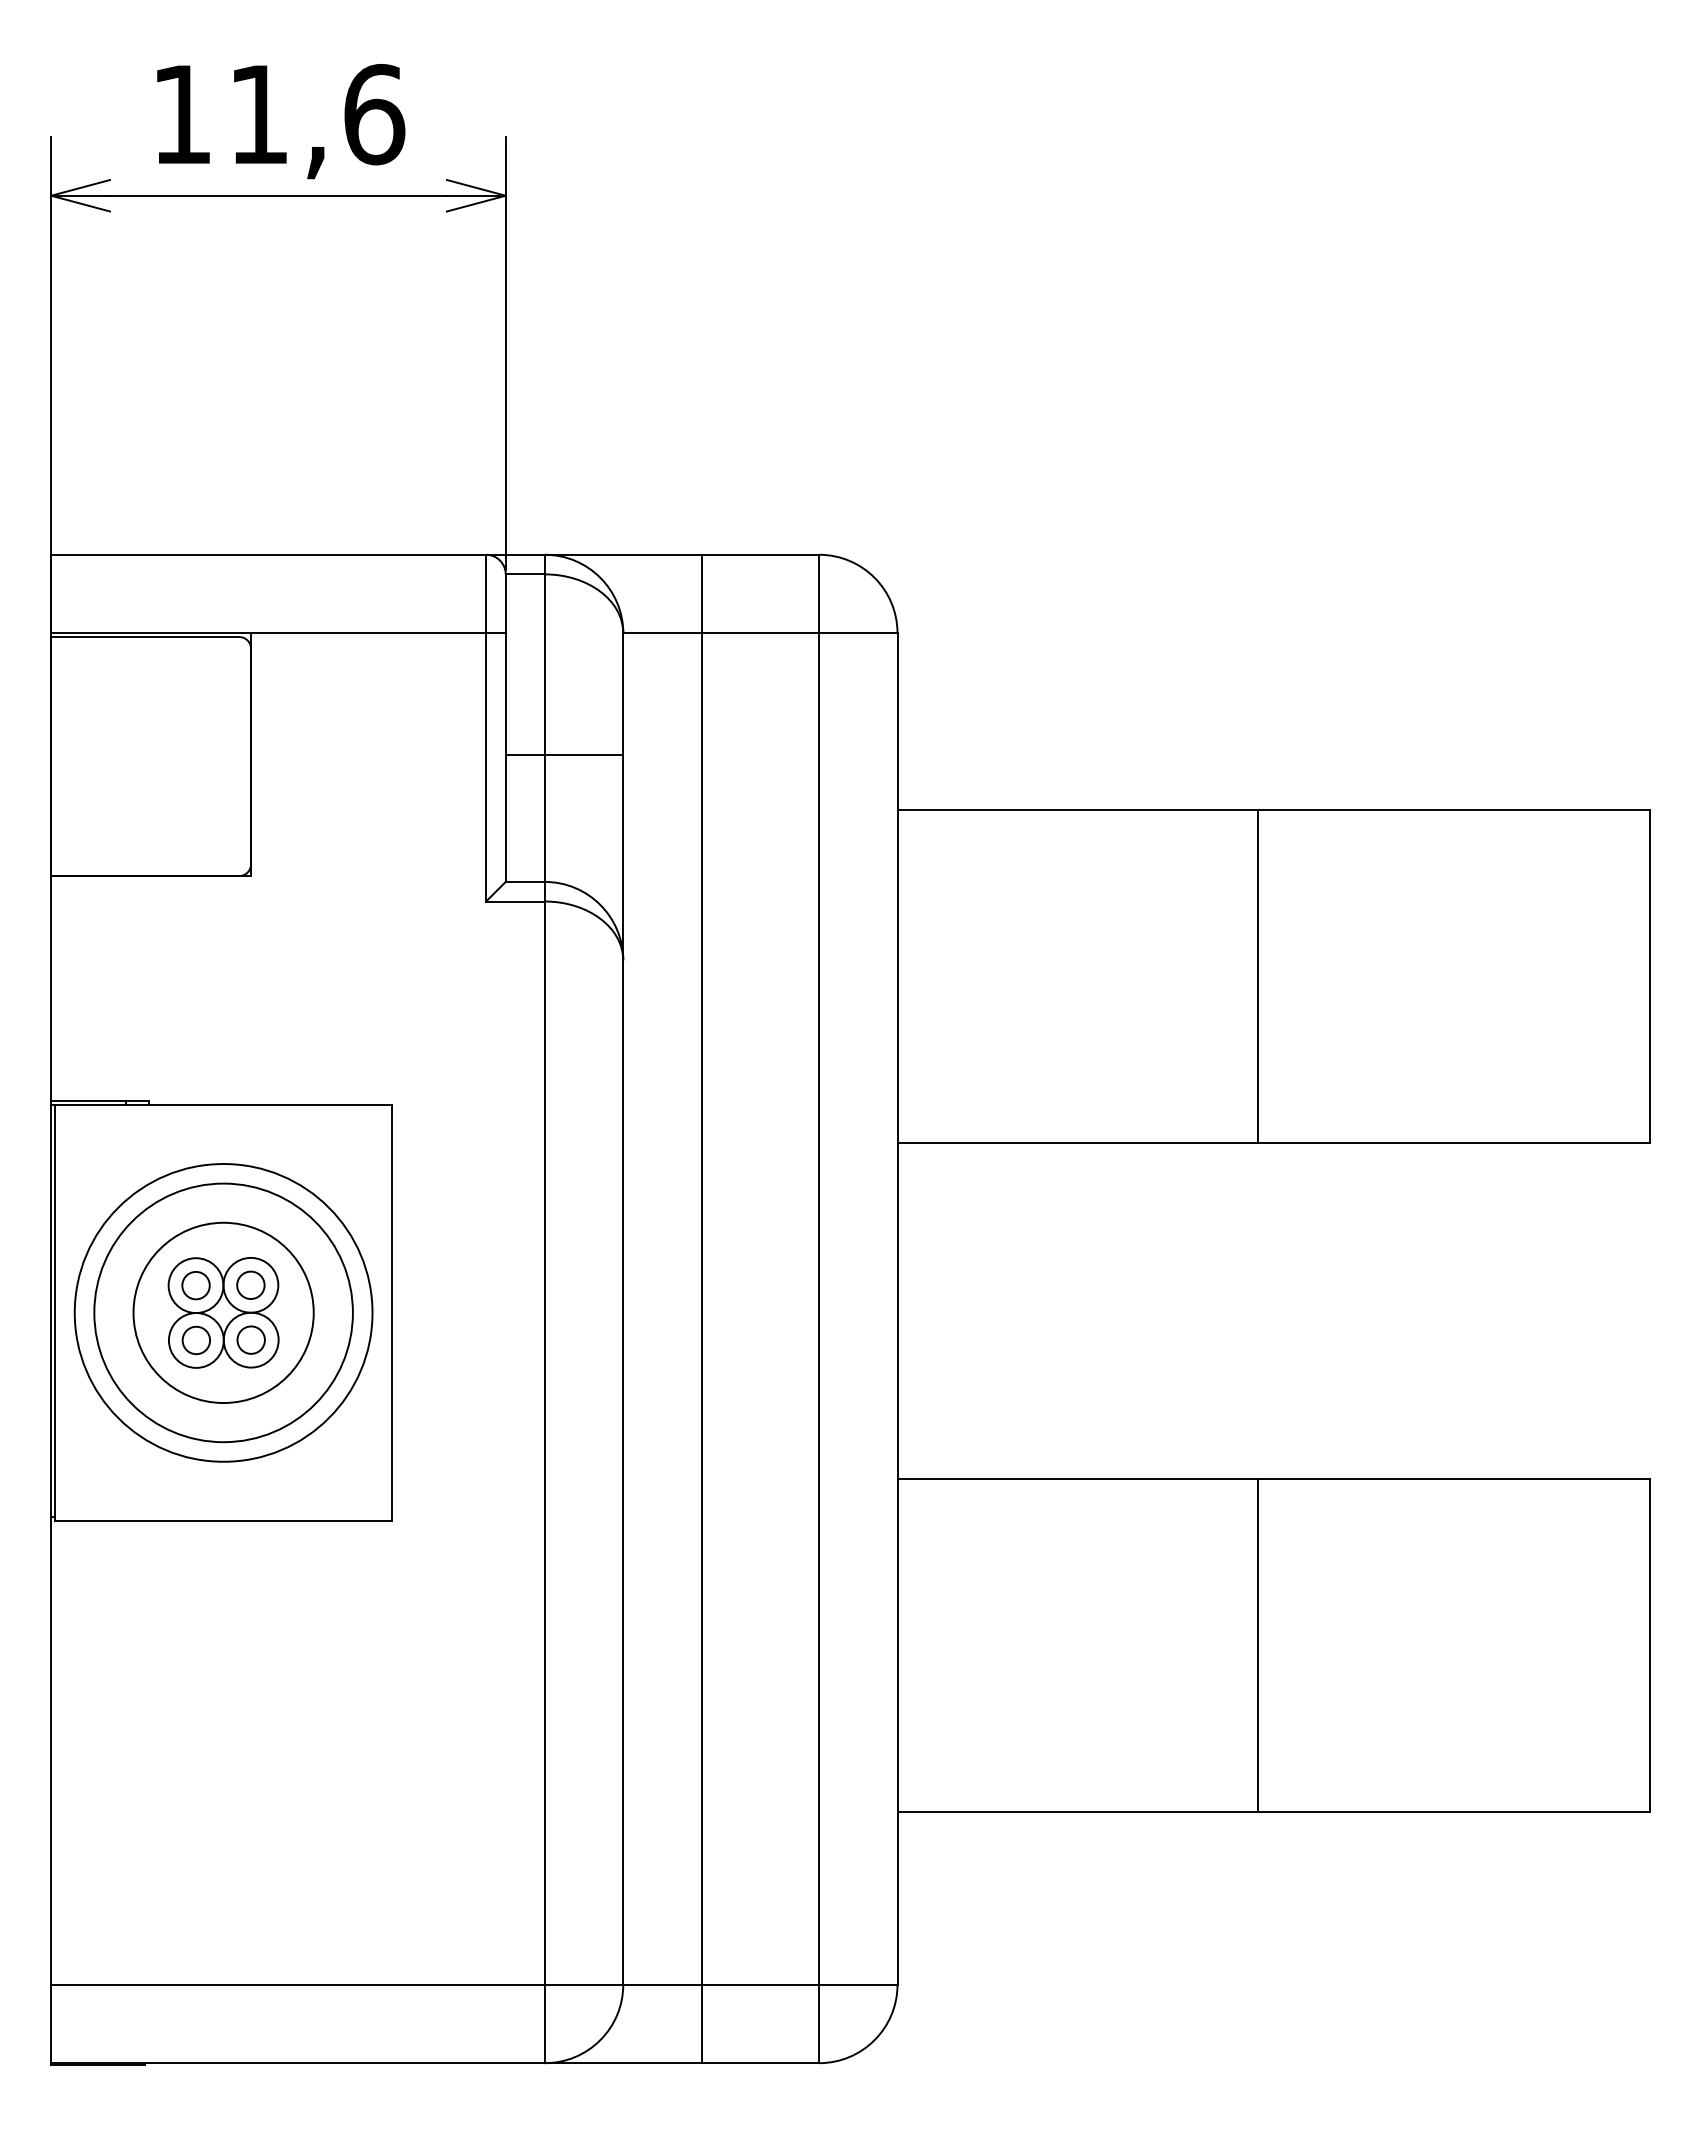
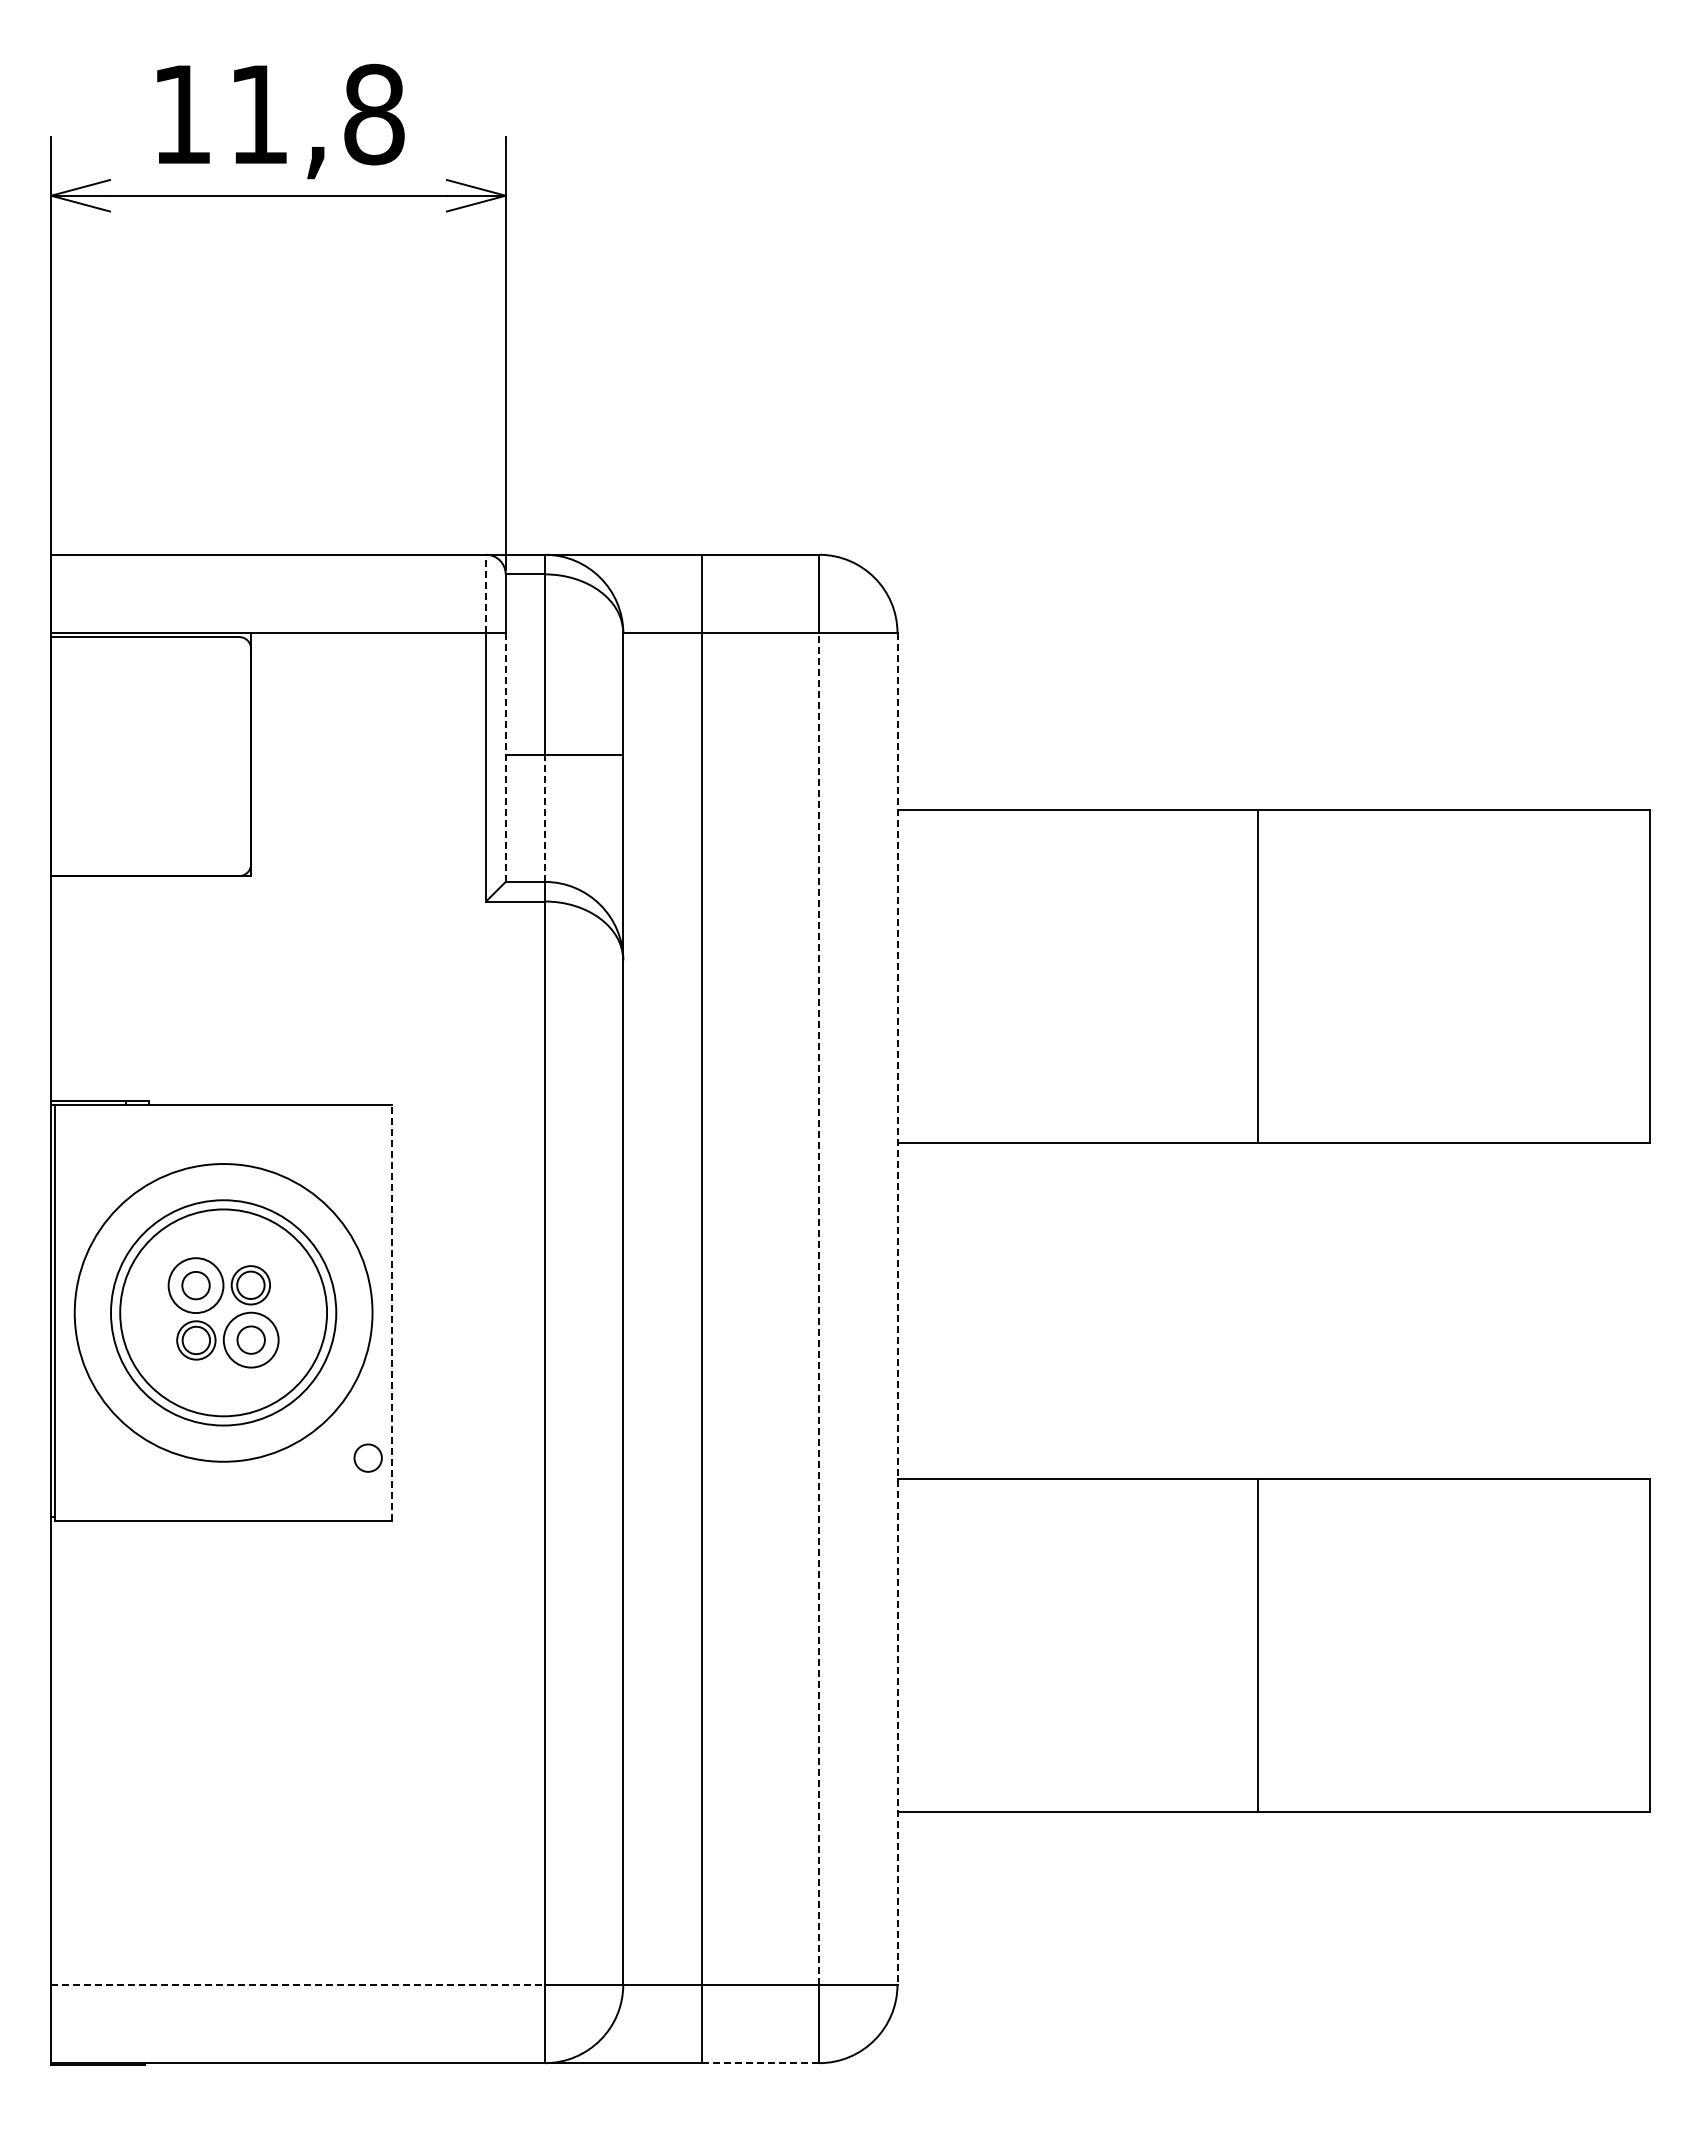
text at (374, 114): 11,6 -> 11,8
line at (486, 593): solid -> dashed
line at (505, 758): solid -> dashed
line at (544, 818): solid -> dashed
circle at (250, 1284) diameter: 55 px -> 38 px
line at (819, 1308): solid -> dashed
line at (897, 1308): solid -> dashed
circle at (223, 1312) diameter: 180 px -> 225 px
circle at (223, 1312) diameter: 259 px -> 207 px
line at (392, 1312): solid -> dashed
circle at (195, 1340) diameter: 55 px -> 38 px
circle at (367, 1457): none -> present
line at (298, 1984): solid -> dashed
line at (760, 2063): solid -> dashed
